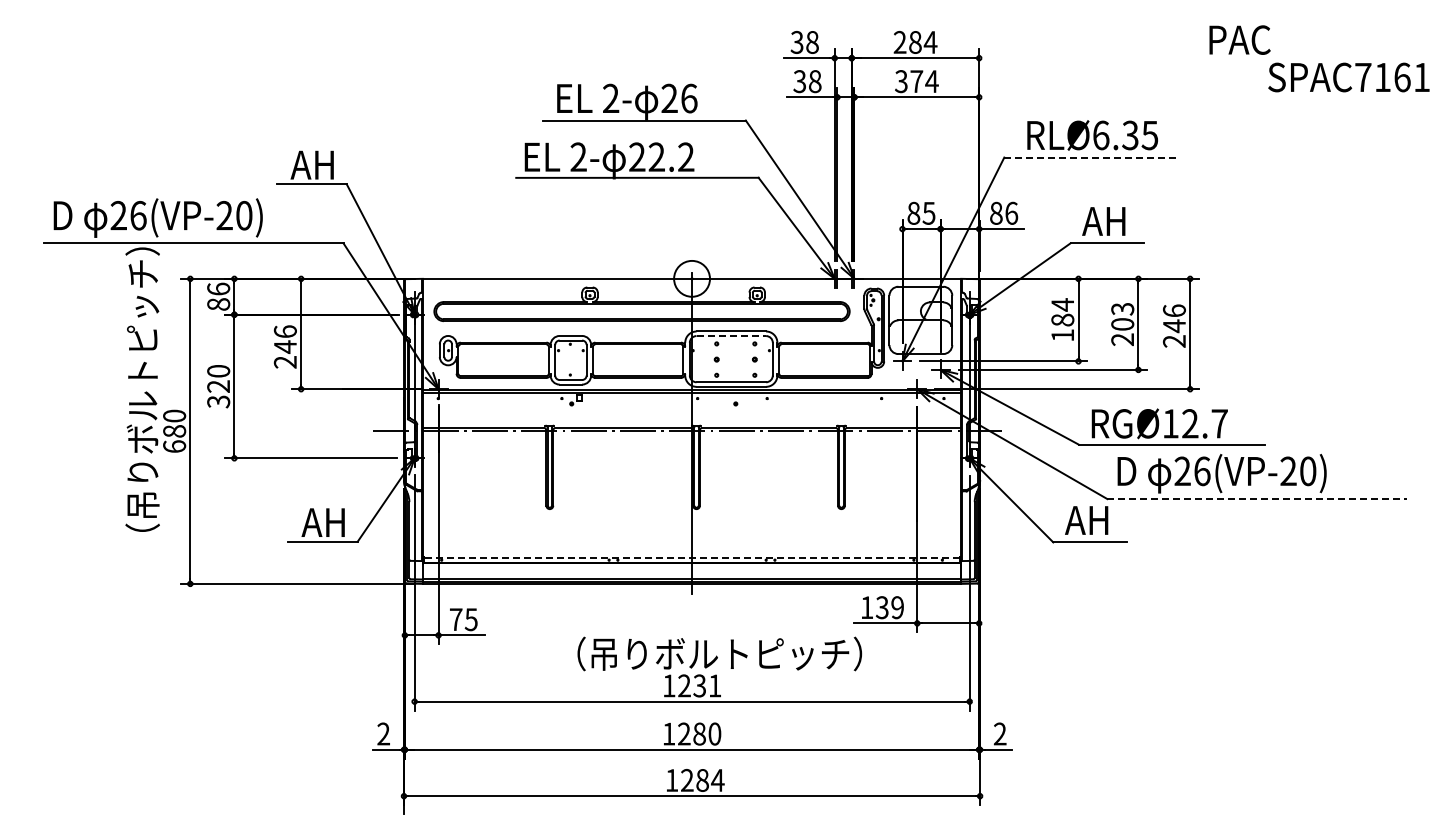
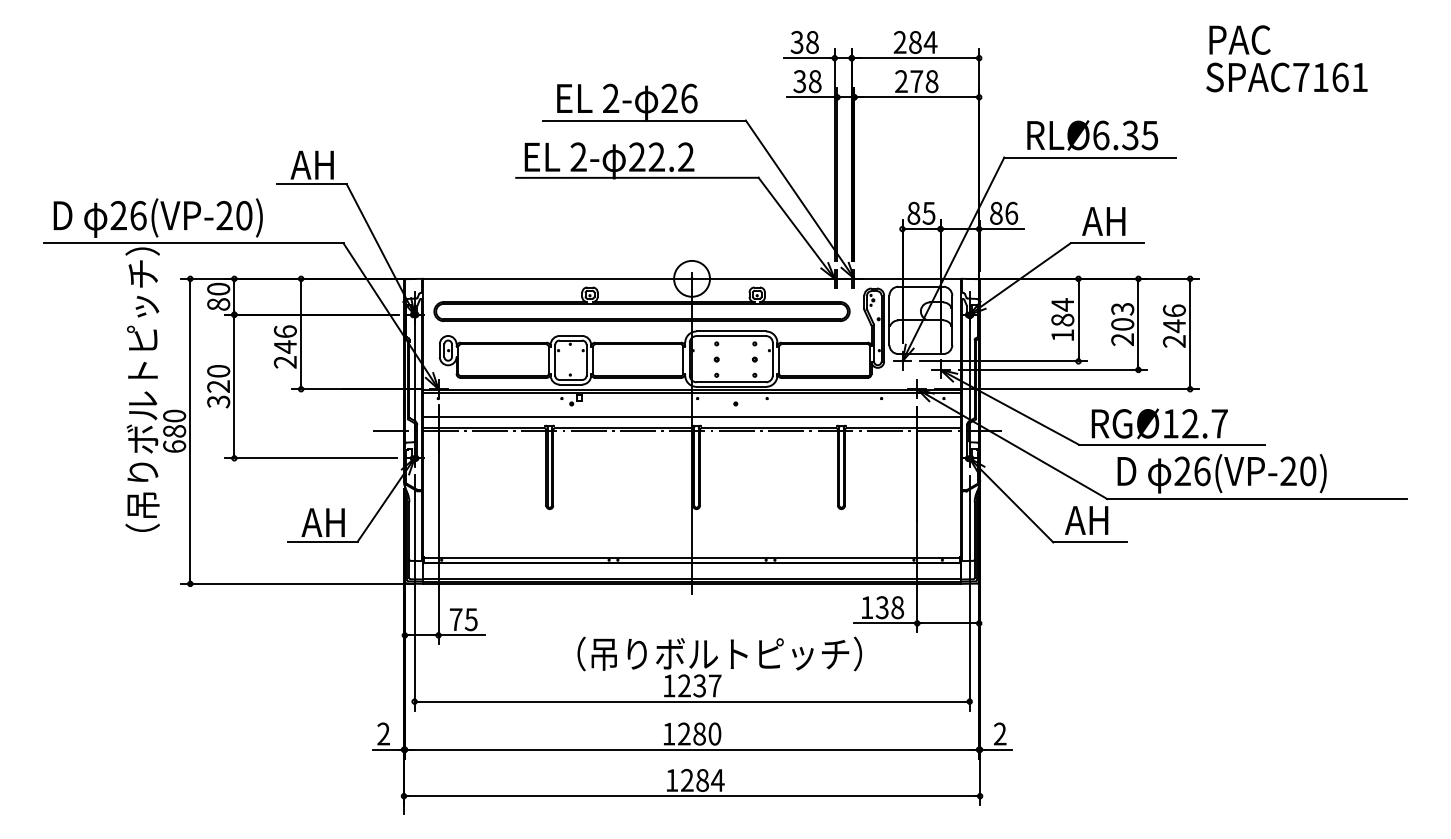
text at (1348, 77) position: (1348, 77) -> (1286, 77)
text at (916, 81): 374 -> 278
line at (1089, 157): dashed -> solid
text at (218, 288): 86 -> 80
line at (731, 336): dashed -> solid
line at (691, 416): none -> present
line at (1257, 499): dashed -> solid
line at (691, 557): dashed -> solid
text at (897, 607): 139 -> 138
text at (715, 685): 1231 -> 1237
